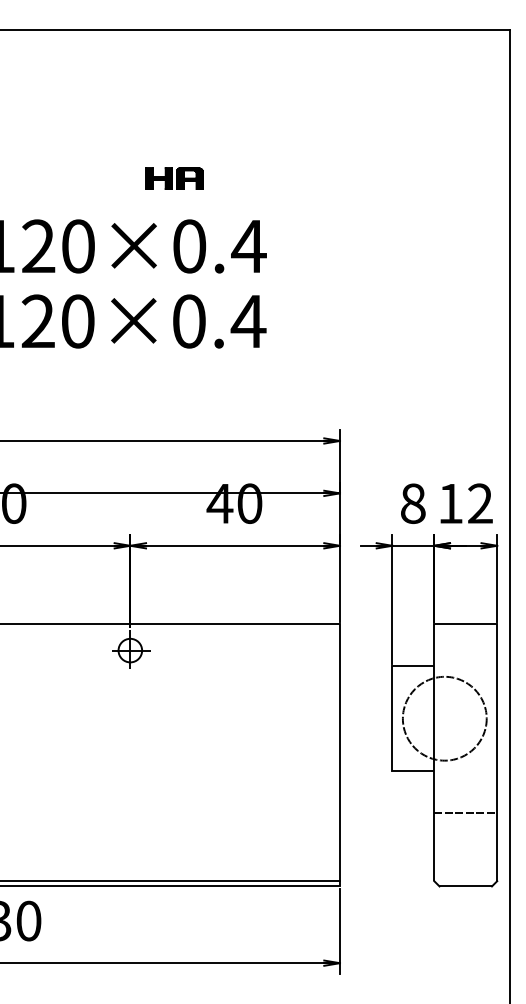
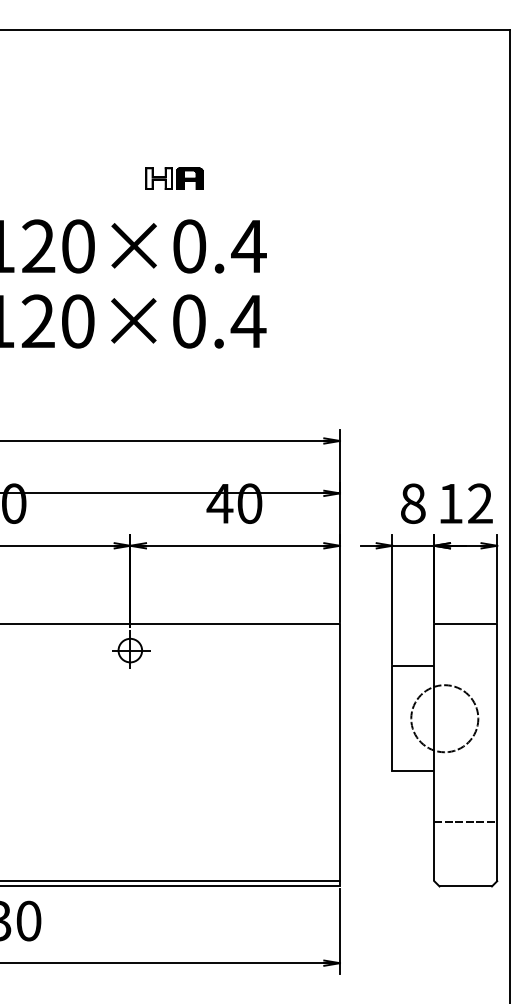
fill at (158, 178): present -> none
circle at (444, 718) diameter: 84 px -> 67 px
line at (465, 813) position: (465, 813) -> (465, 822)
